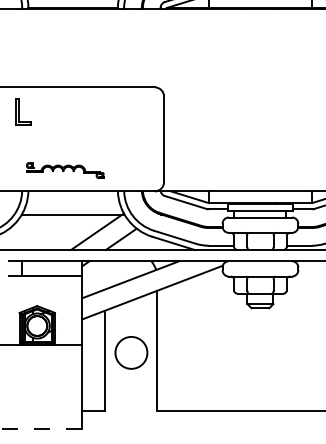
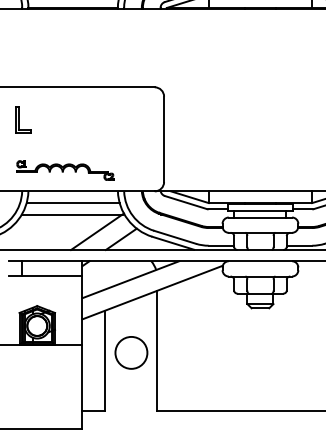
part at (23, 111) position: (23, 111) -> (23, 119)
part at (65, 170) size: 79x17 px -> 99x21 px
line at (72, 203): none -> present
line at (41, 429): dashed -> solid
